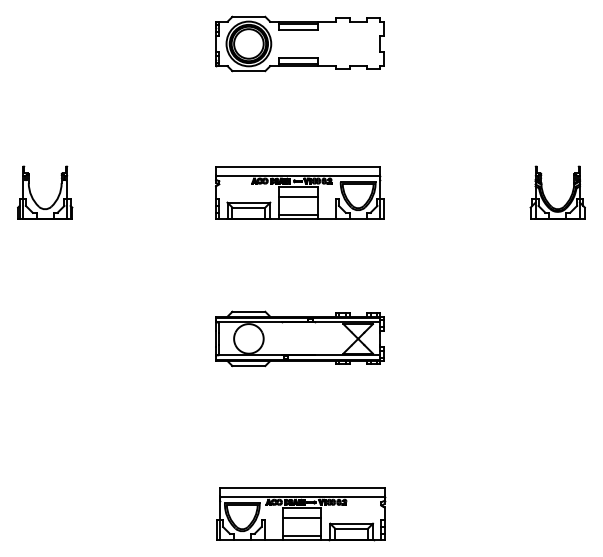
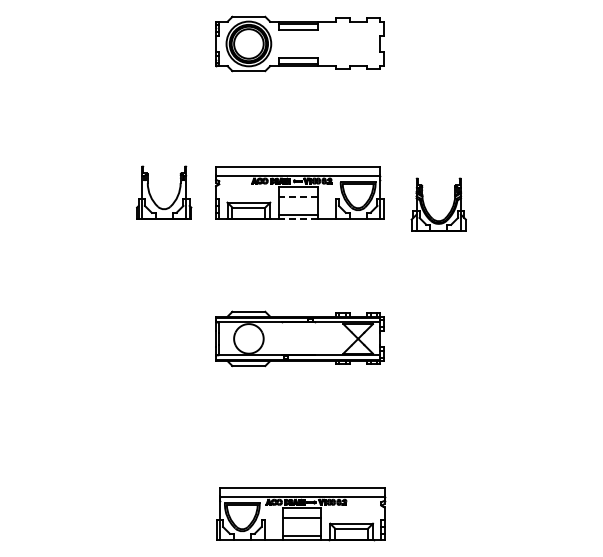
line at (297, 197): solid -> dashed
part at (56, 198) position: (56, 198) -> (175, 198)
part at (546, 198) position: (546, 198) -> (427, 210)
line at (297, 219): solid -> dashed
